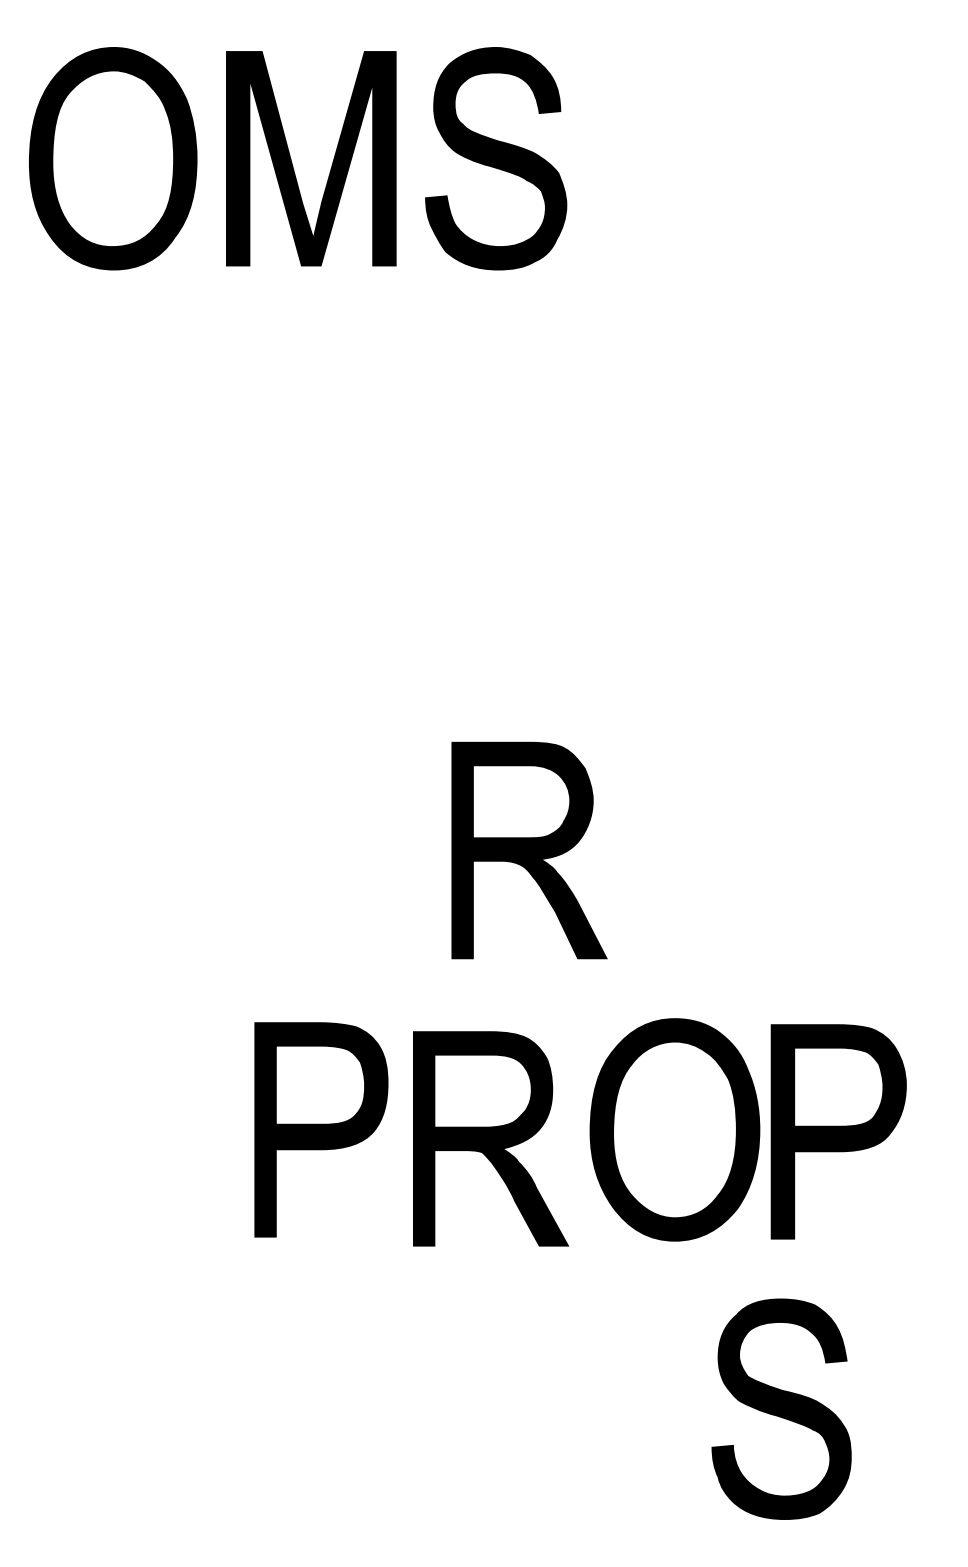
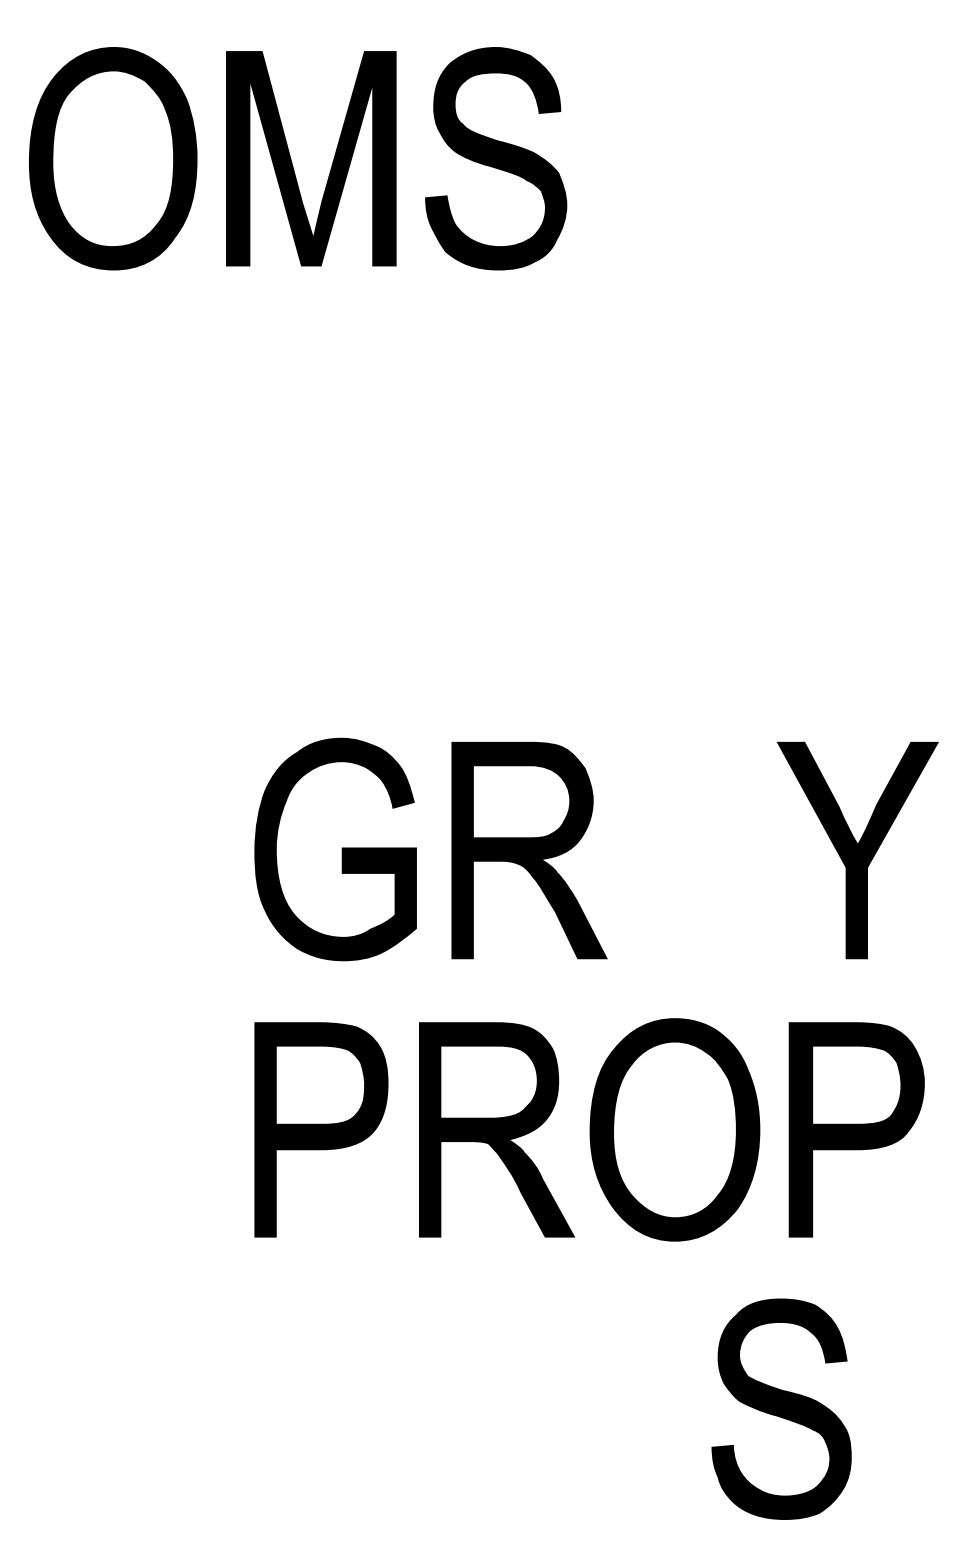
fill at (335, 849): none -> present
fill at (857, 850): none -> present
part at (838, 1131) position: (838, 1131) -> (856, 1129)
part at (491, 1138) position: (491, 1138) -> (497, 1129)
